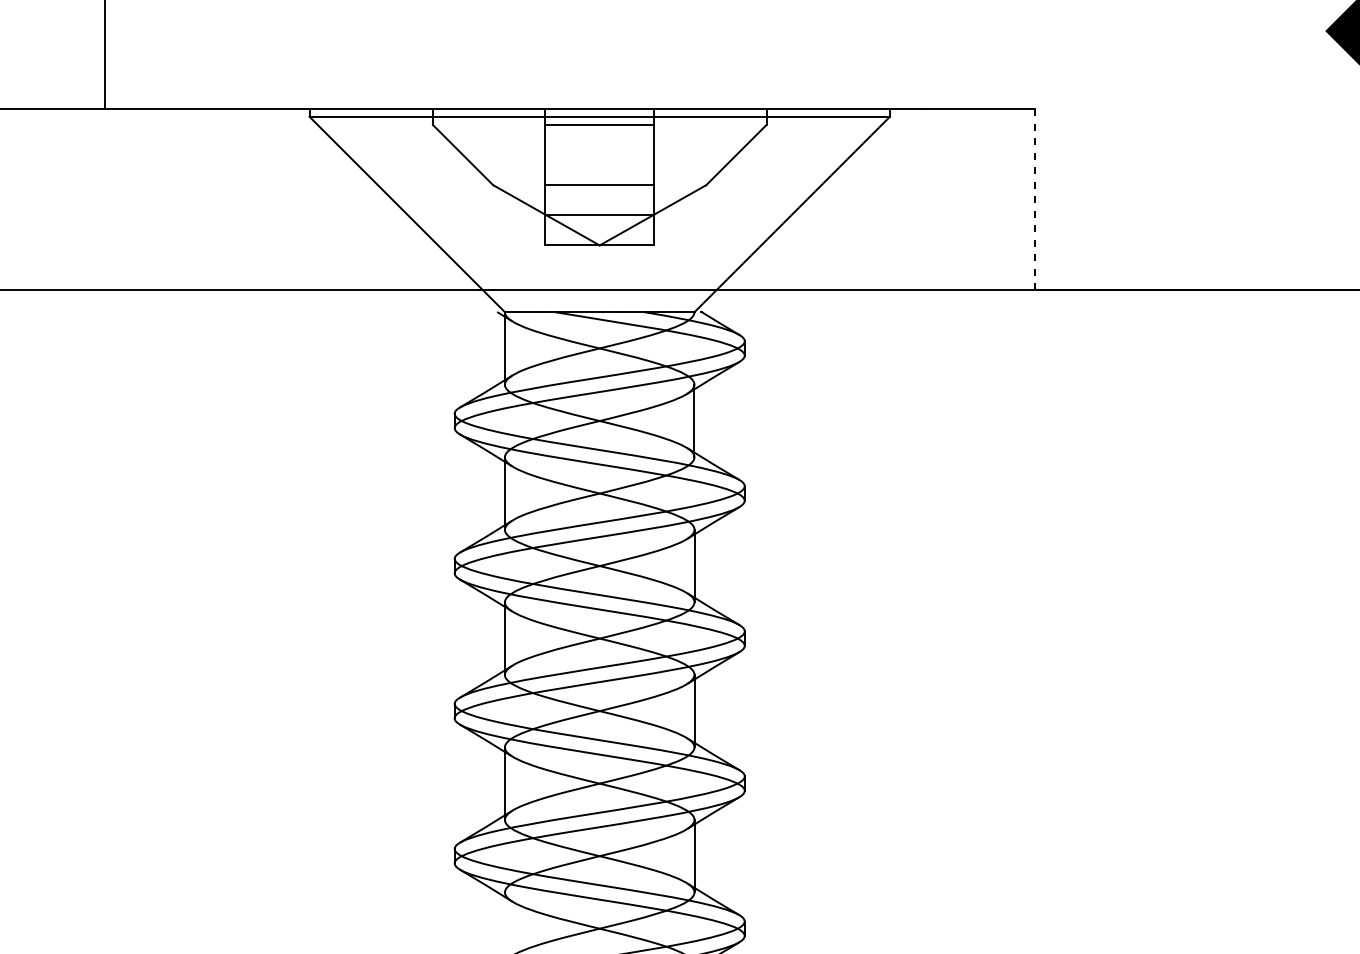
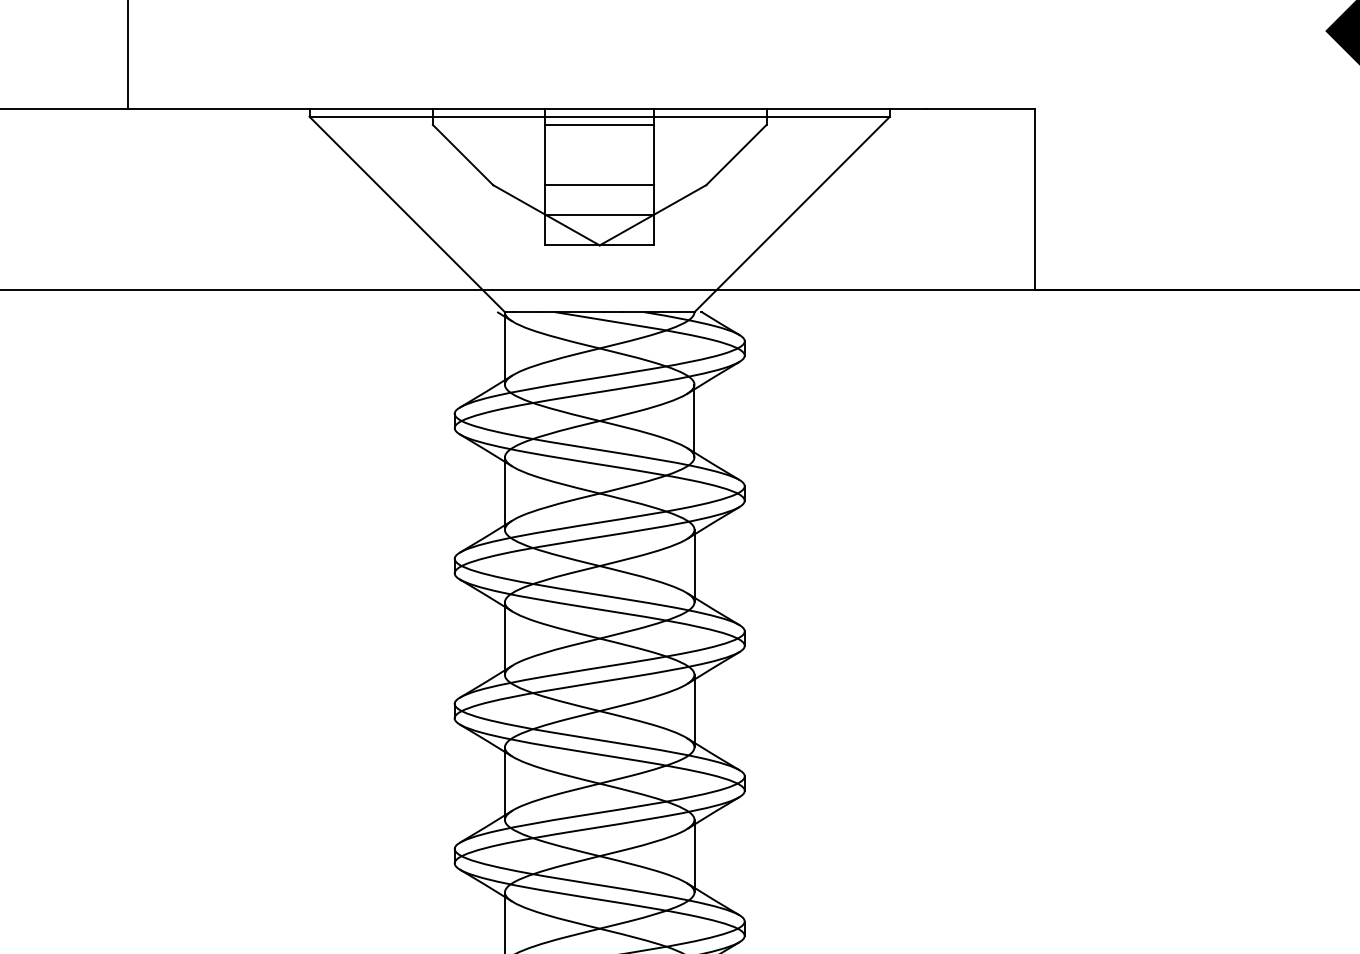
line at (105, 55) position: (105, 55) -> (128, 55)
line at (1034, 199): dashed -> solid
line at (504, 921): none -> present
